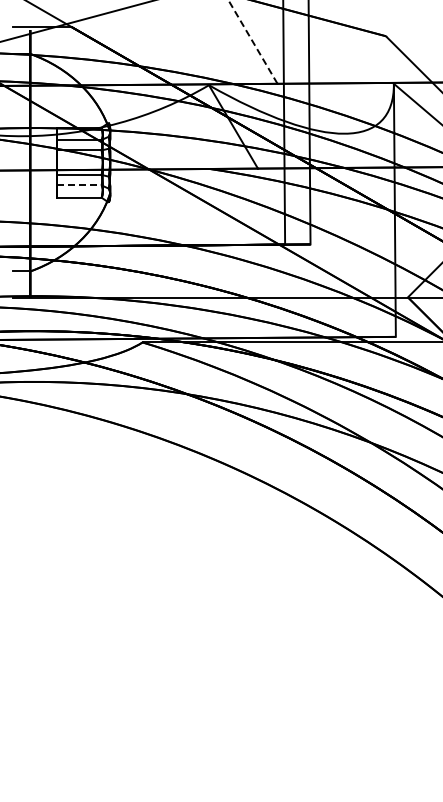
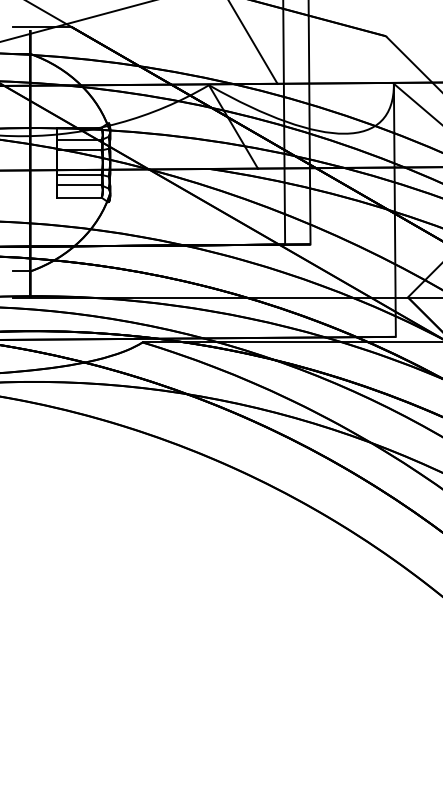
line at (253, 42): dashed -> solid
line at (80, 185): dashed -> solid
